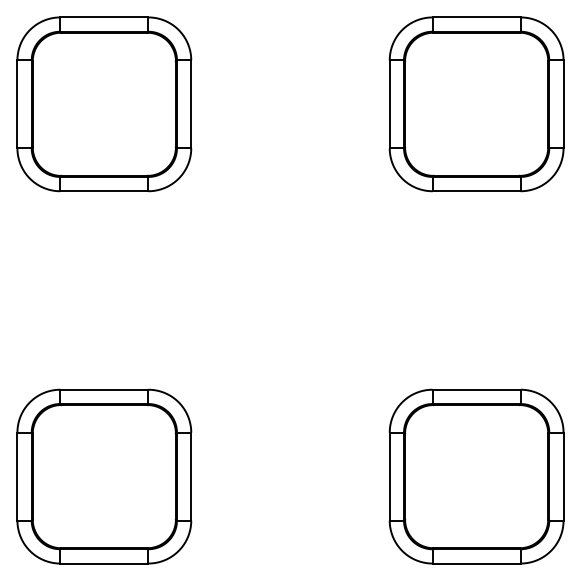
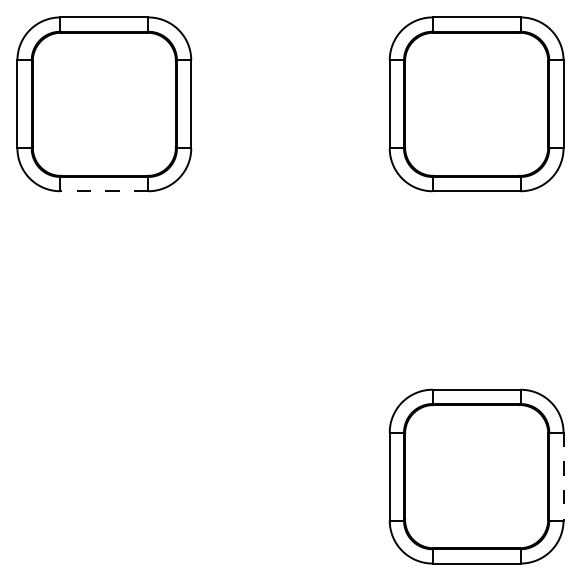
line at (104, 191): solid -> dashed
part at (104, 476): present -> none
line at (563, 476): solid -> dashed
